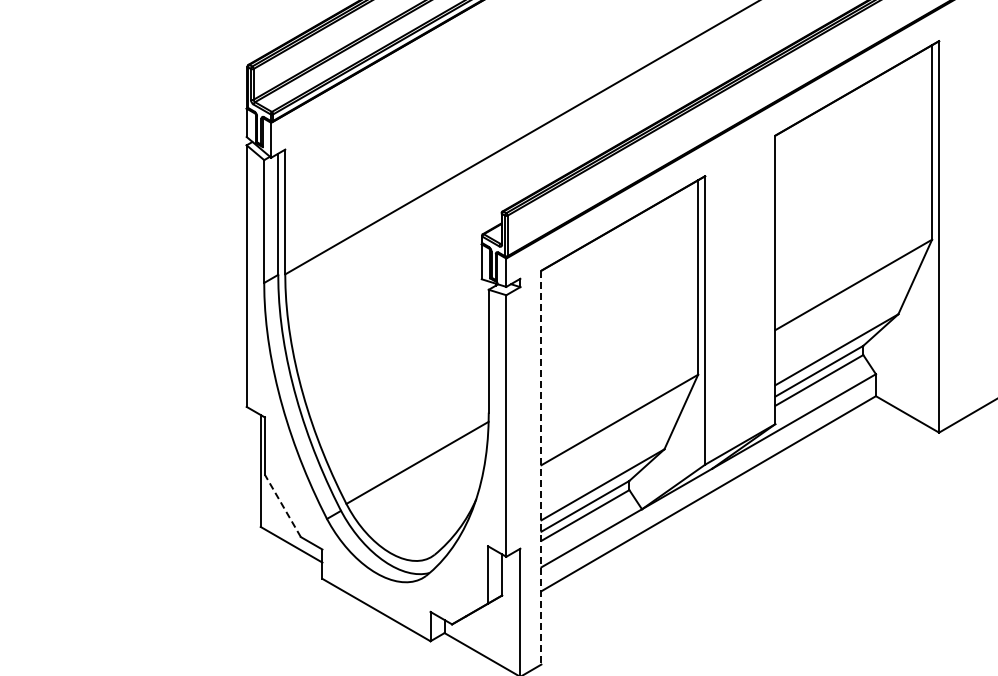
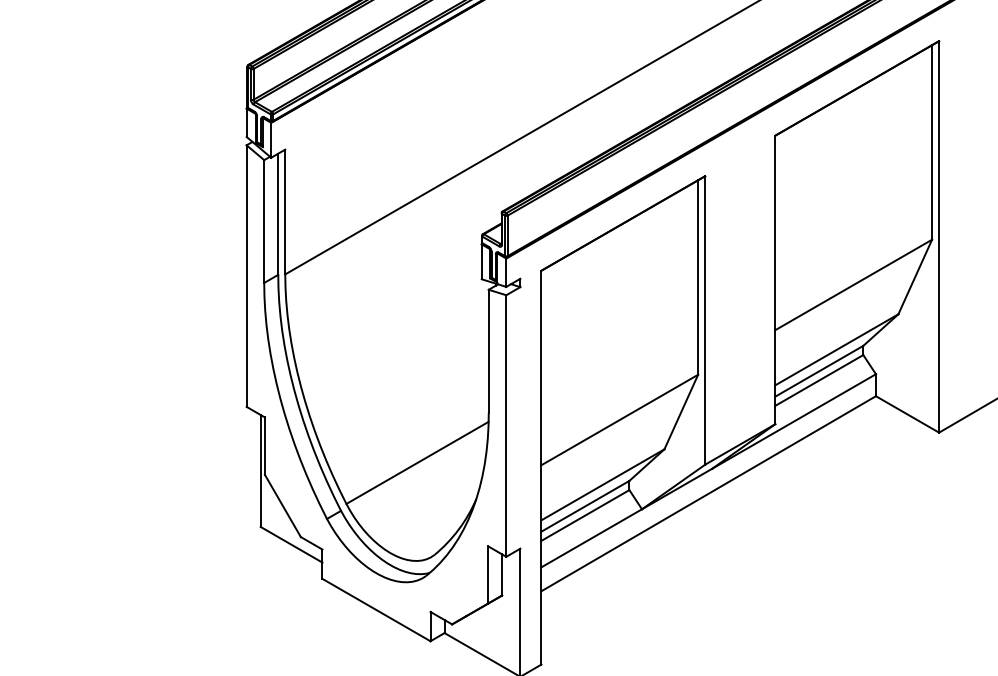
line at (541, 467): dashed -> solid
line at (282, 505): dashed -> solid
